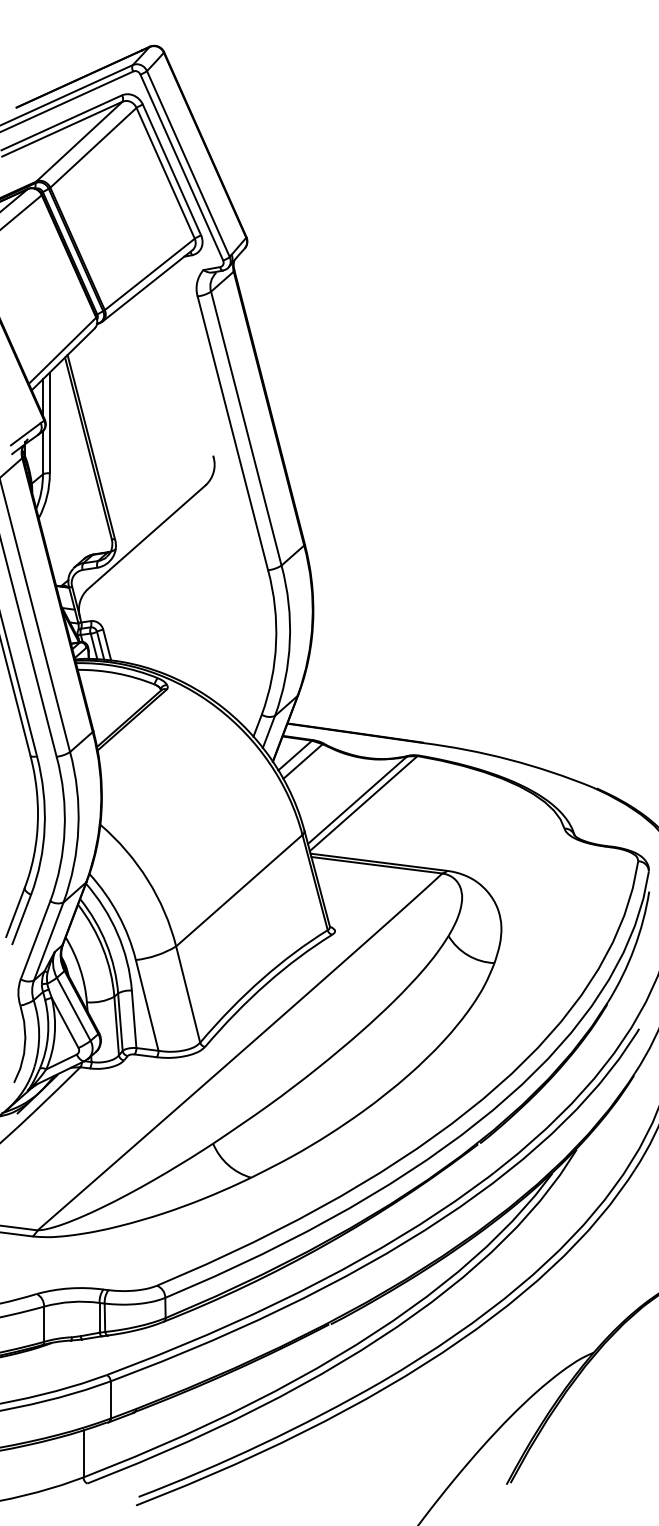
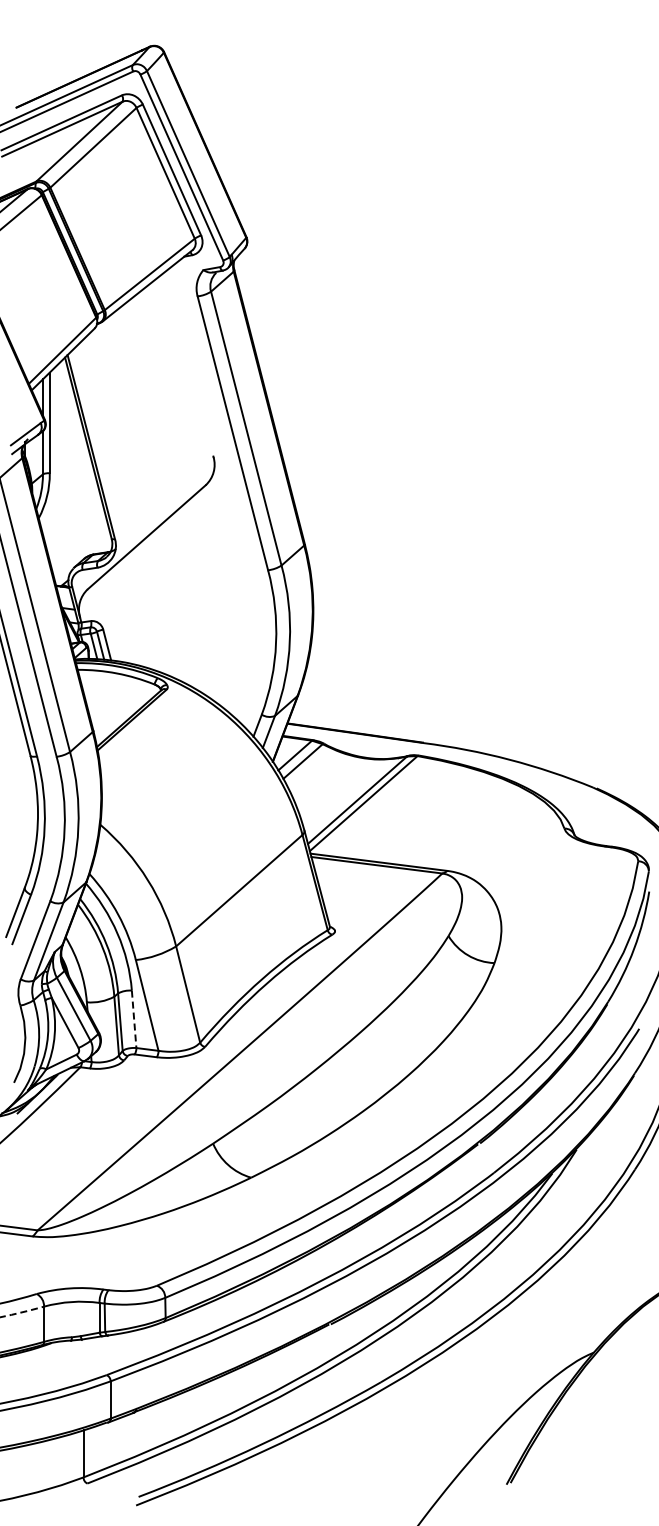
line at (134, 1019): solid -> dashed
arc at (22, 1312): solid -> dashed
